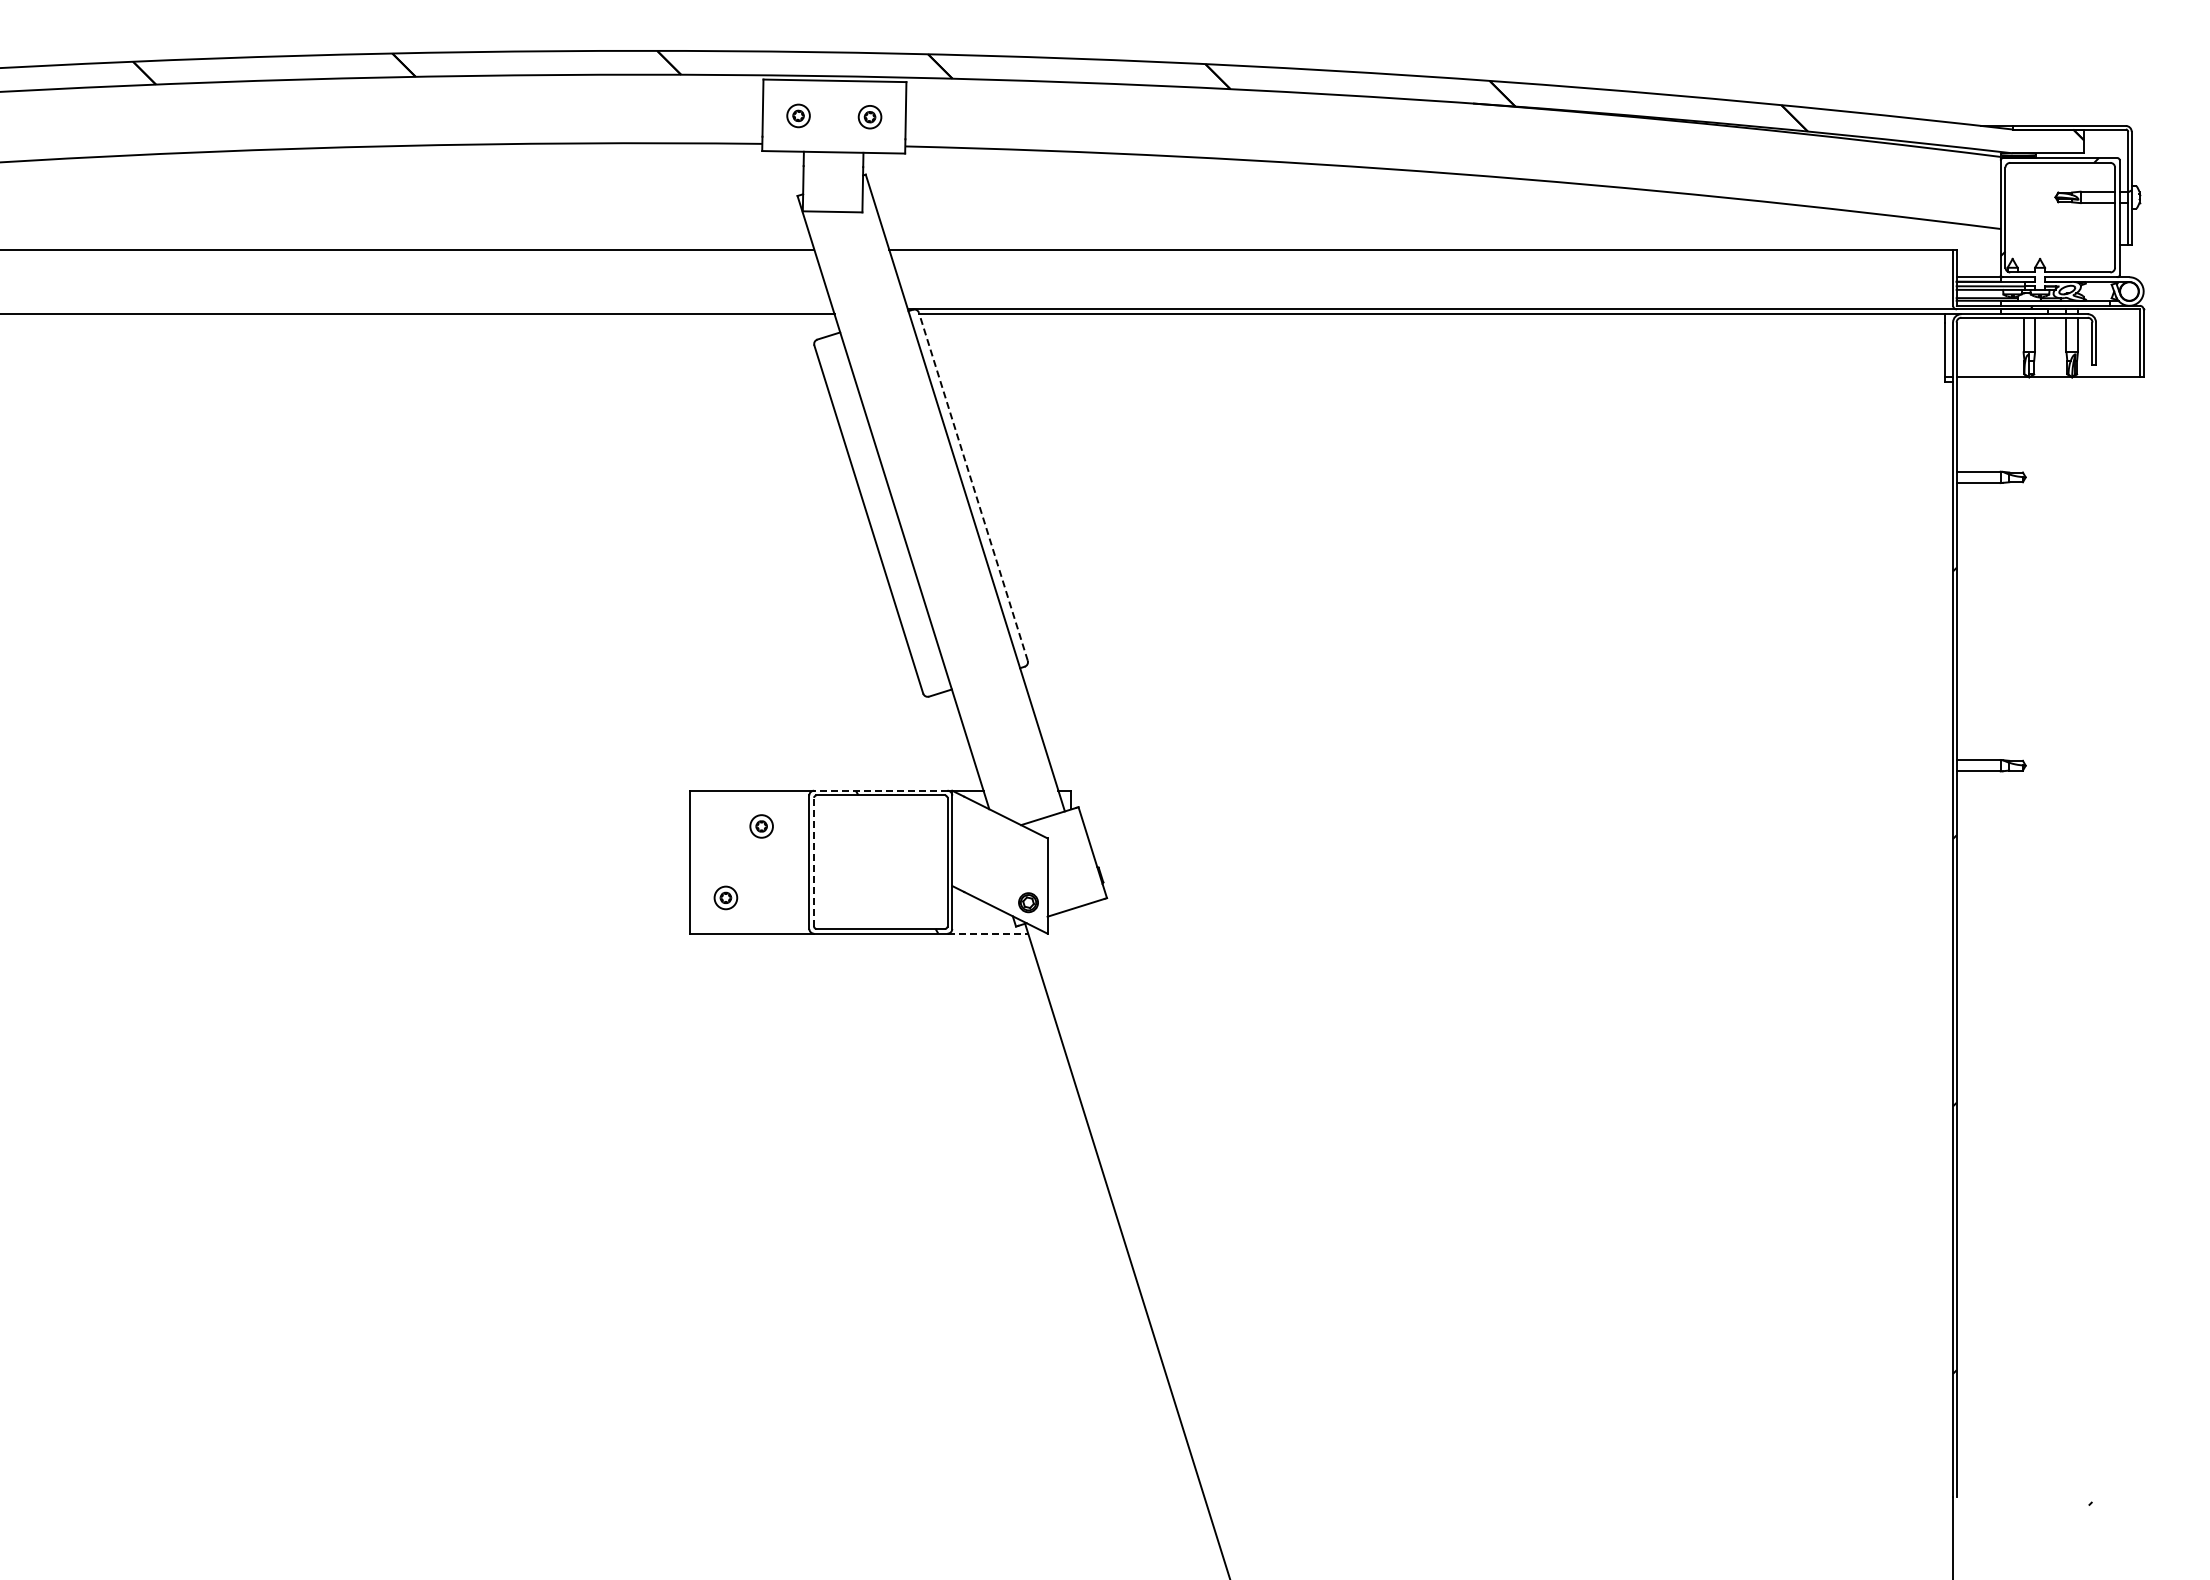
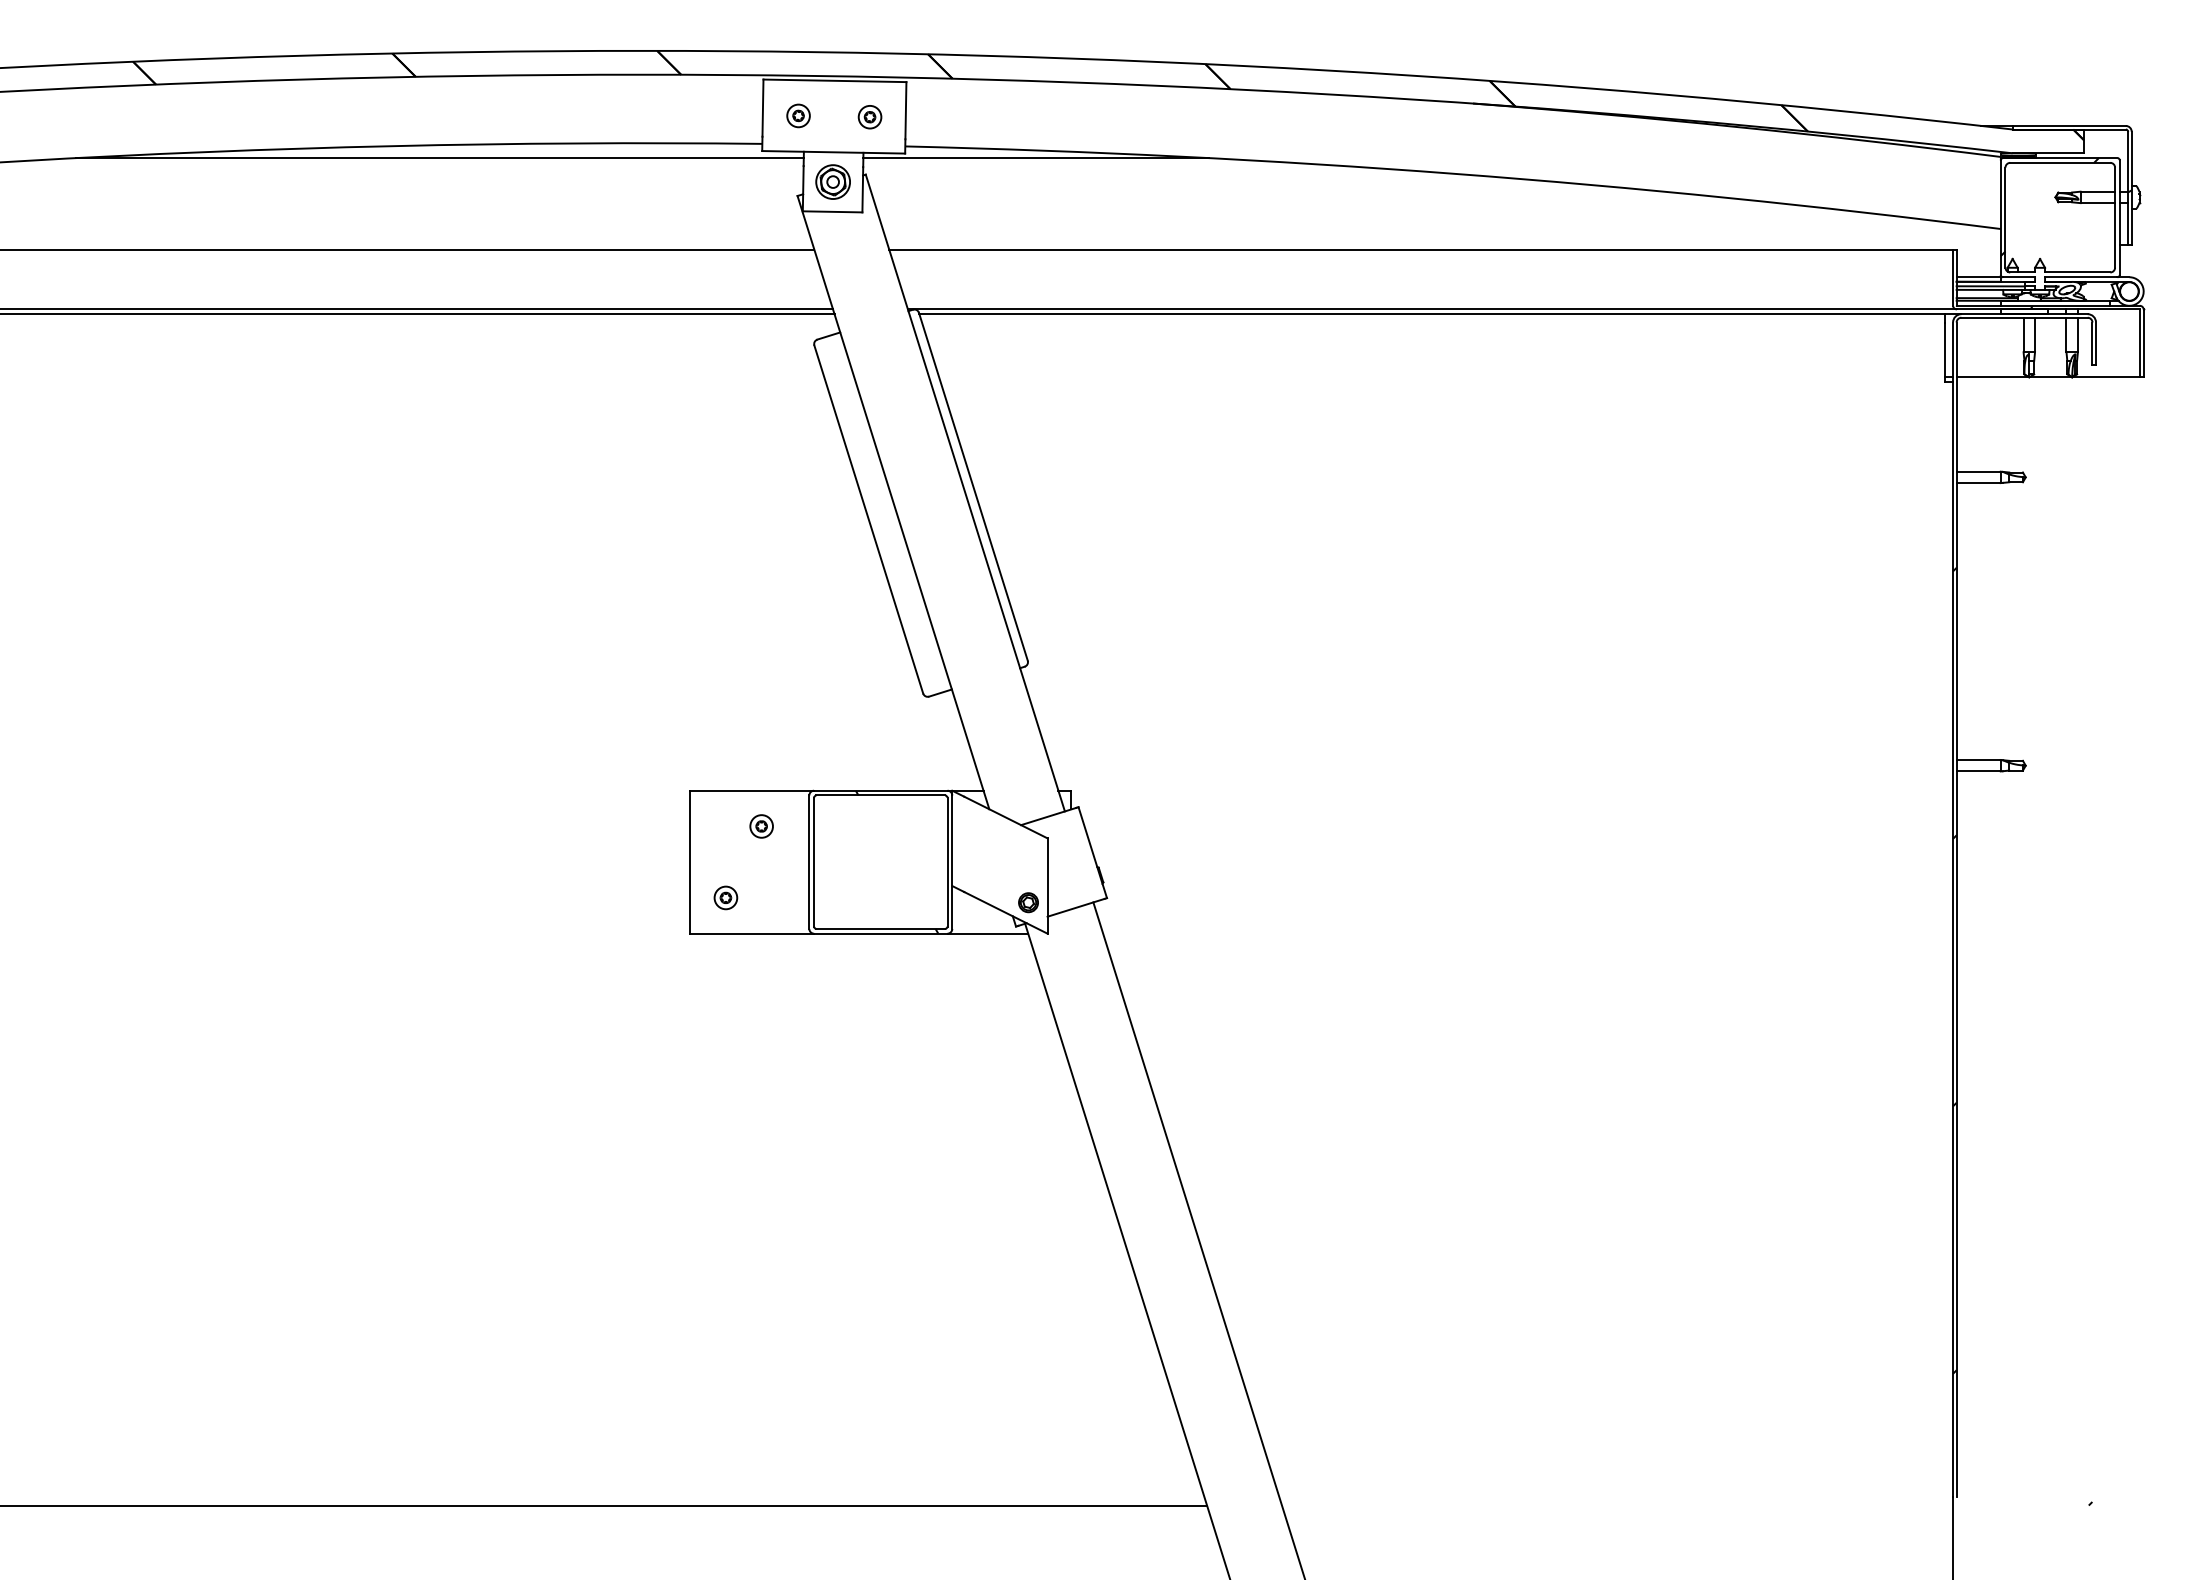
line at (439, 158): none -> present
line at (1035, 158): none -> present
part at (832, 181): none -> present
line at (417, 309): none -> present
line at (973, 486): dashed -> solid
line at (880, 790): dashed -> solid
line at (814, 861): dashed -> solid
line at (988, 933): dashed -> solid
line at (1198, 1239): none -> present
line at (604, 1505): none -> present
